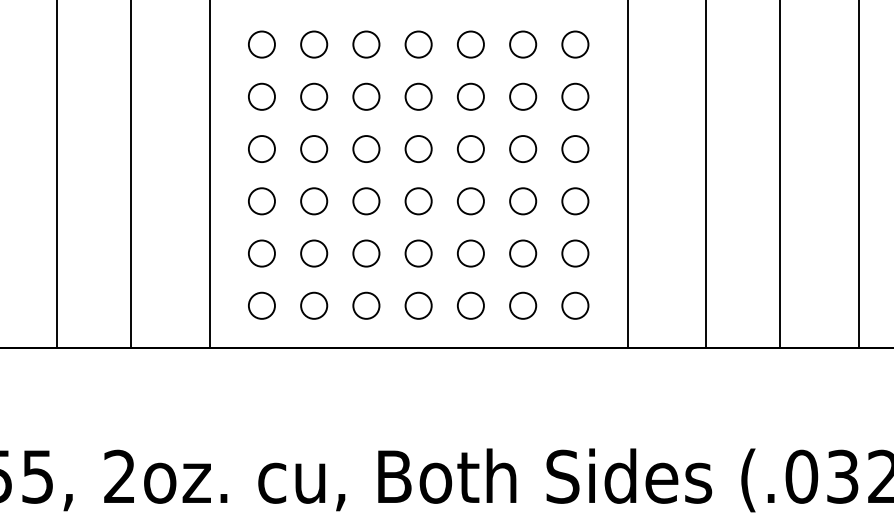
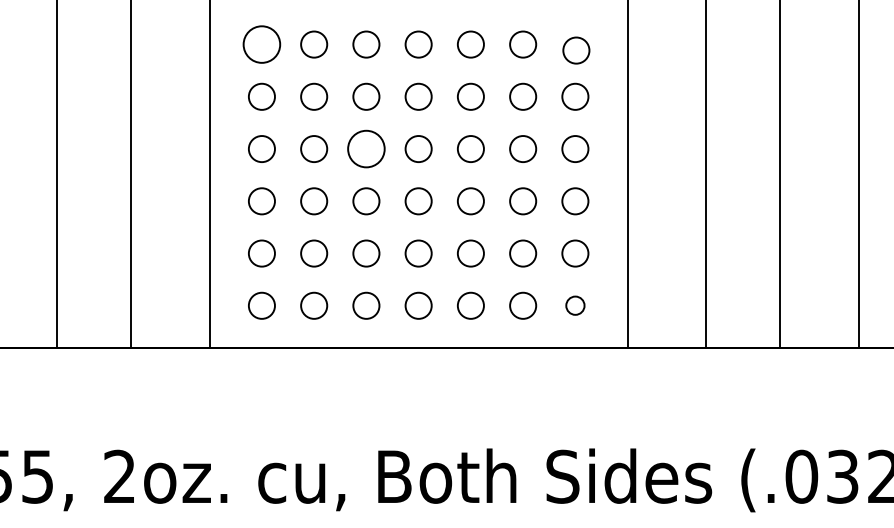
circle at (261, 44) diameter: 26 px -> 37 px
circle at (575, 44) position: (575, 44) -> (576, 50)
circle at (366, 149) diameter: 26 px -> 37 px
circle at (575, 305) size: 29x29 px -> 21x21 px
